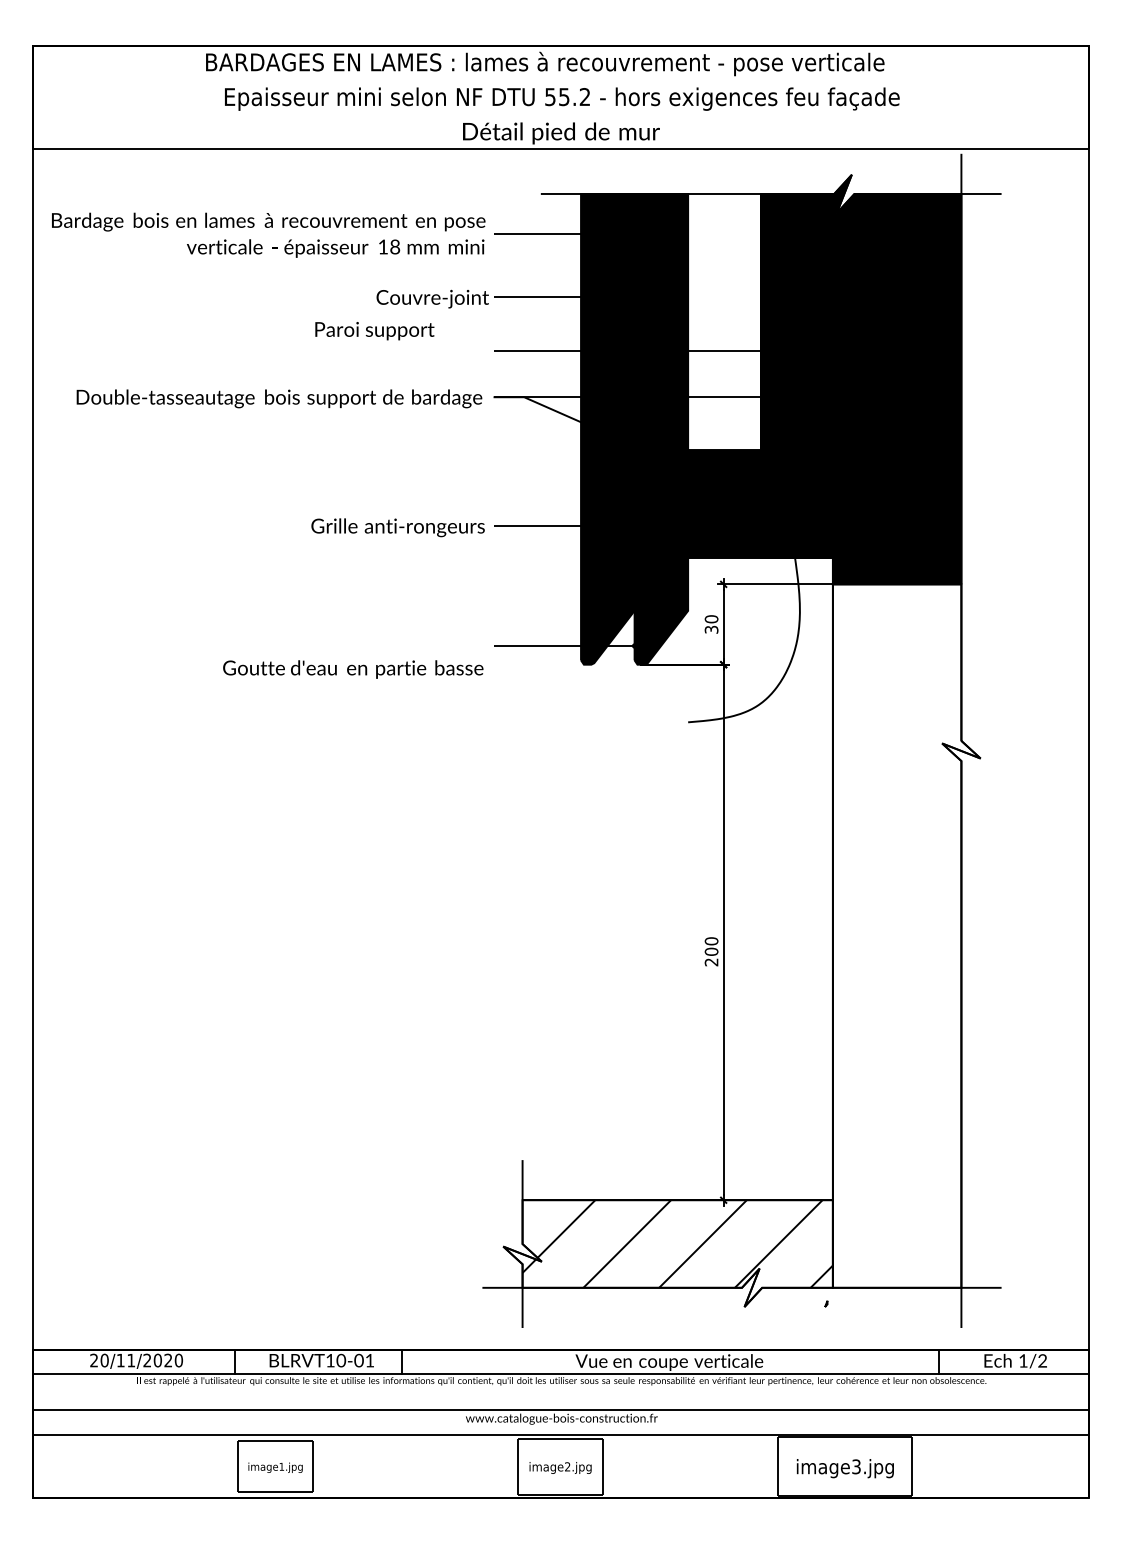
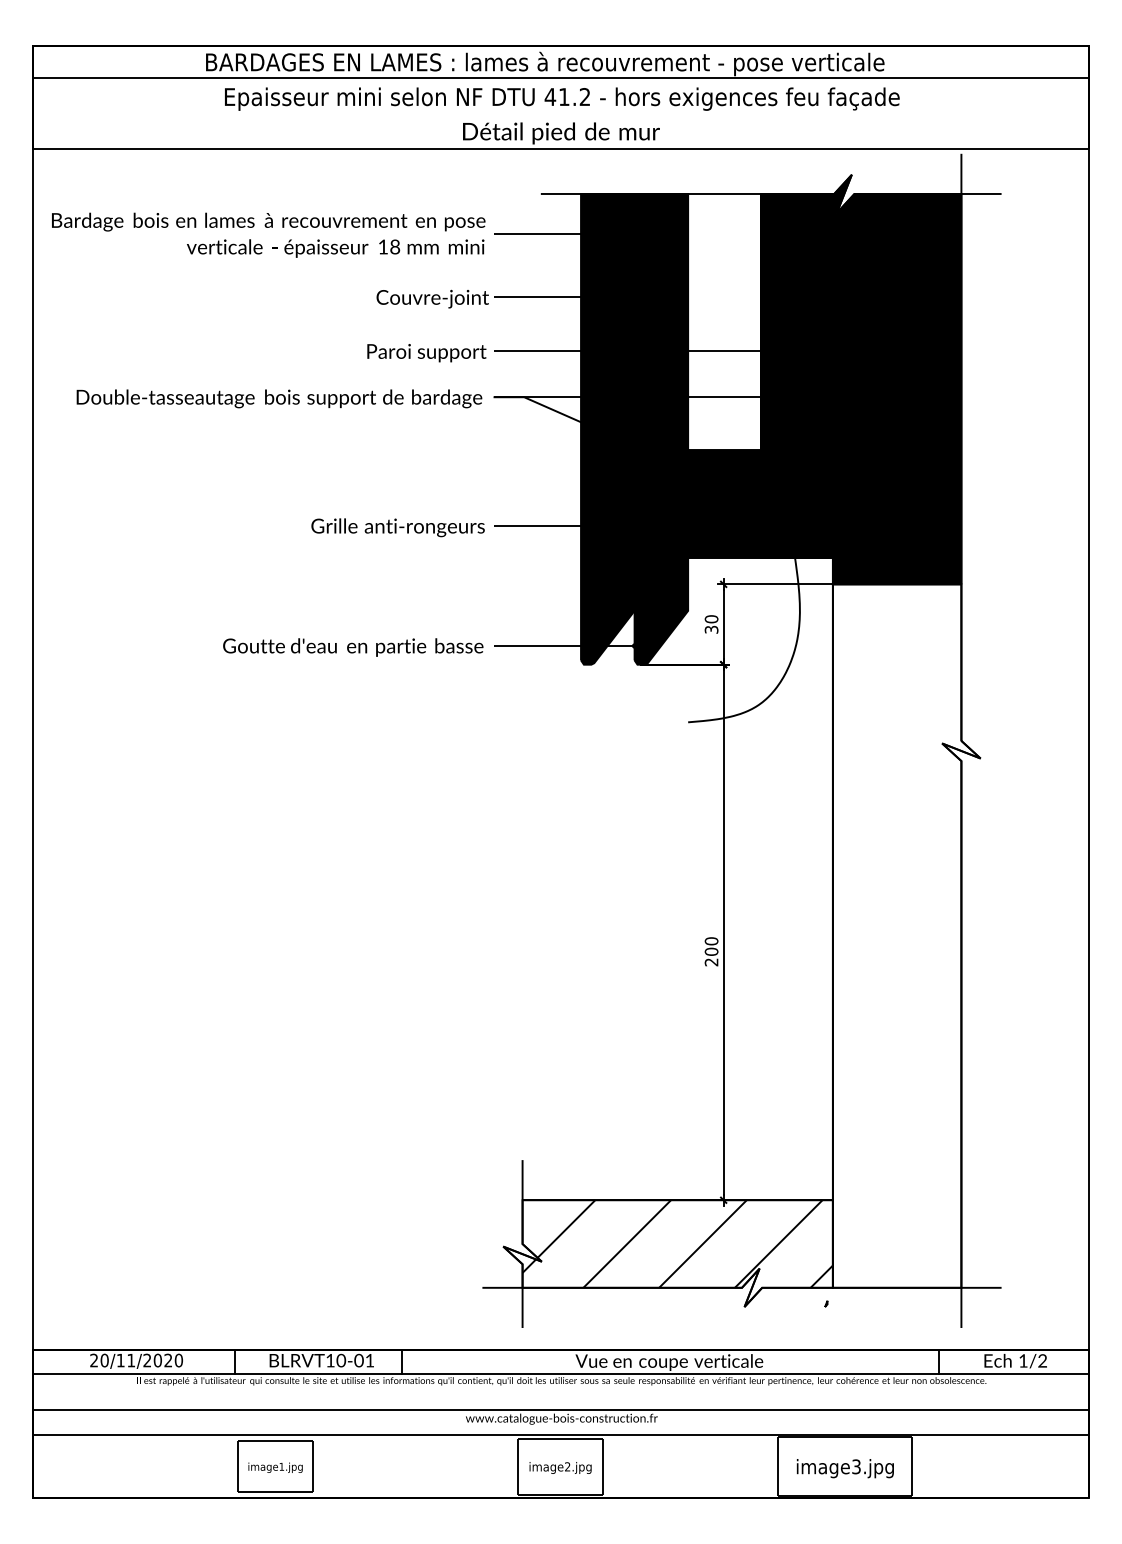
line at (560, 78): none -> present
text at (556, 97): 55.2 -> 41.2
text at (374, 331) position: (374, 331) -> (426, 353)
text at (353, 669) position: (353, 669) -> (353, 647)
